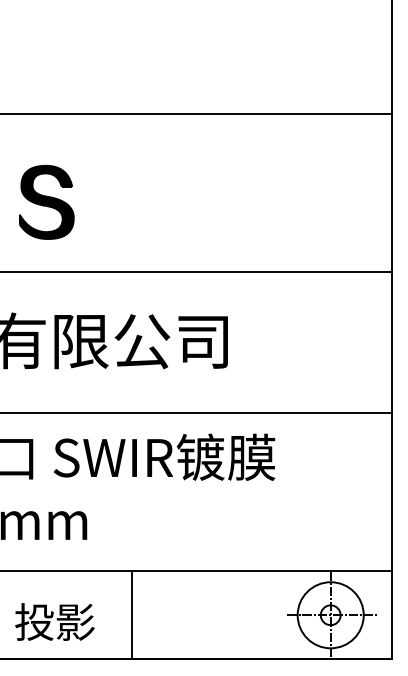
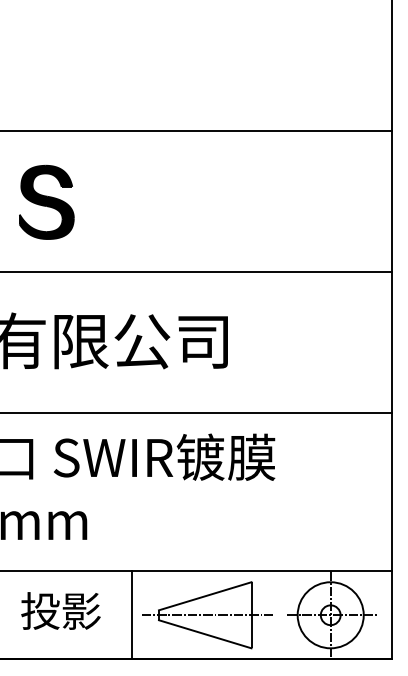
line at (196, 113) position: (196, 113) -> (196, 130)
part at (207, 615): none -> present
text at (54, 621) position: (54, 621) -> (60, 610)
